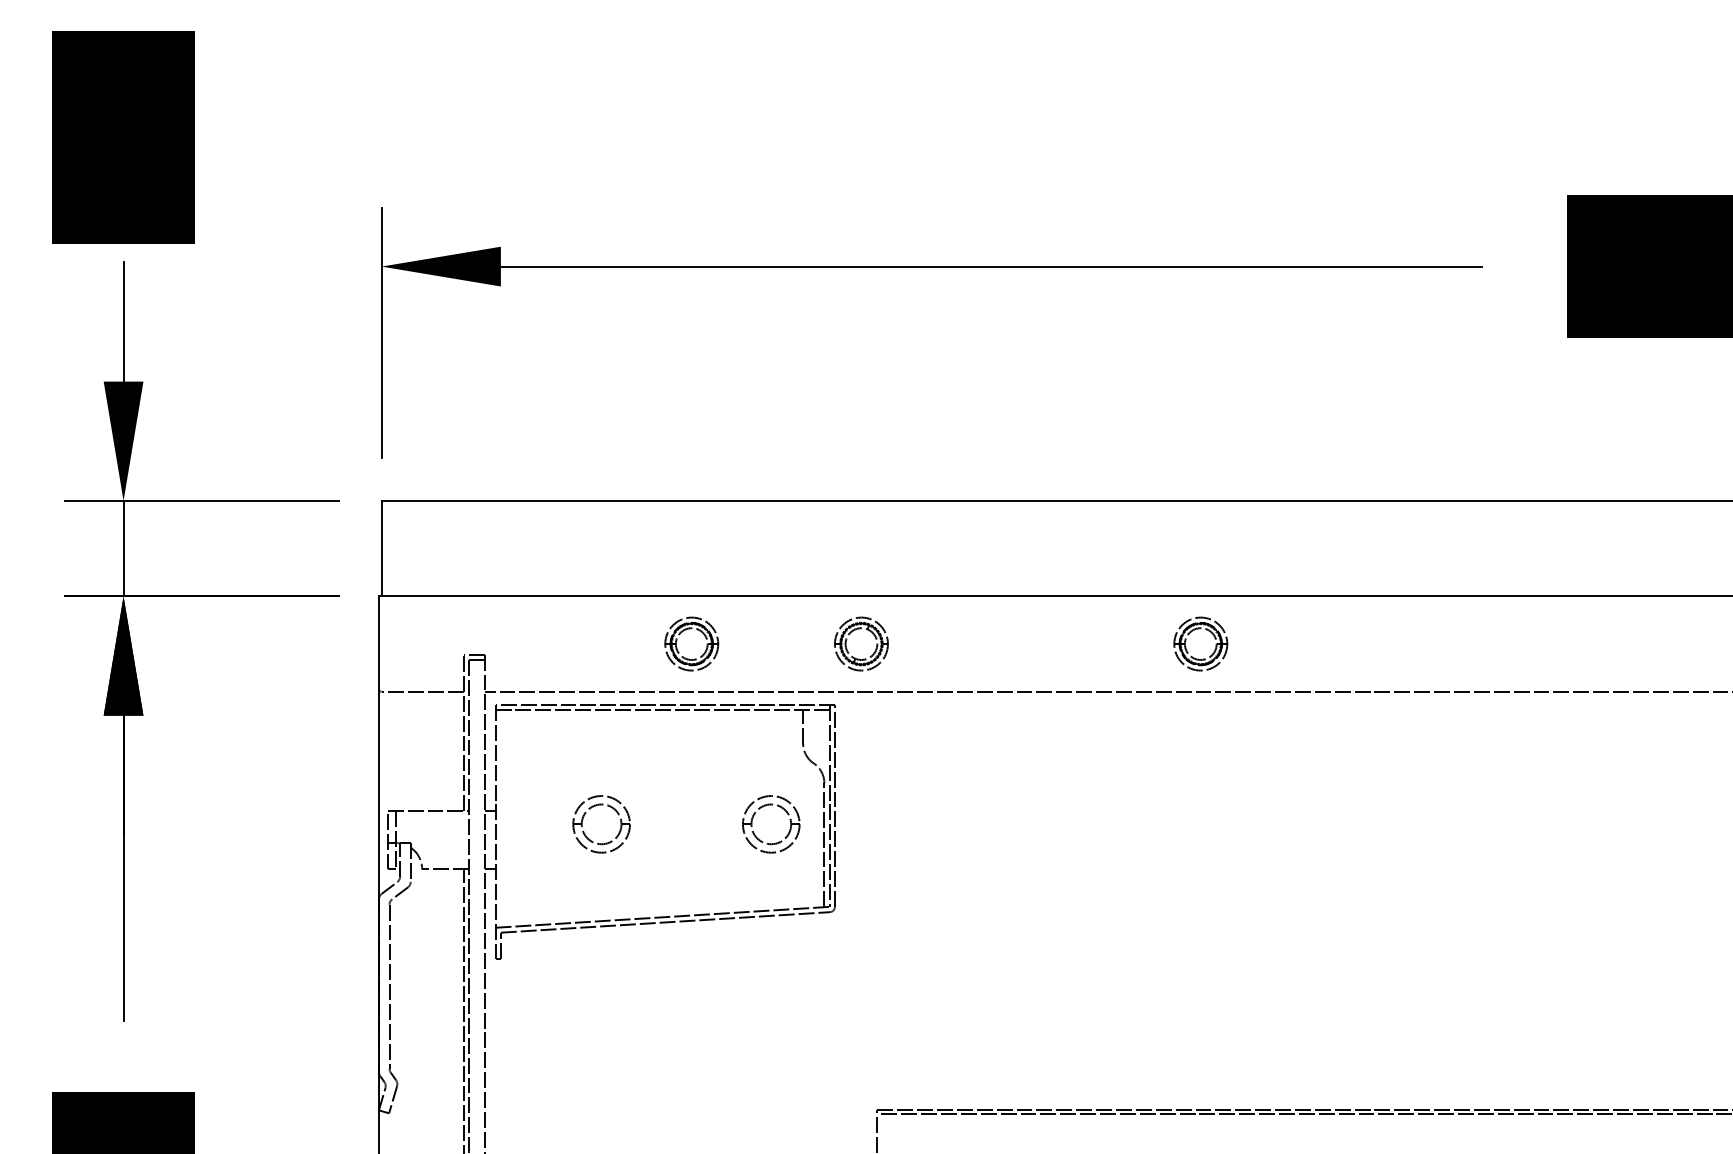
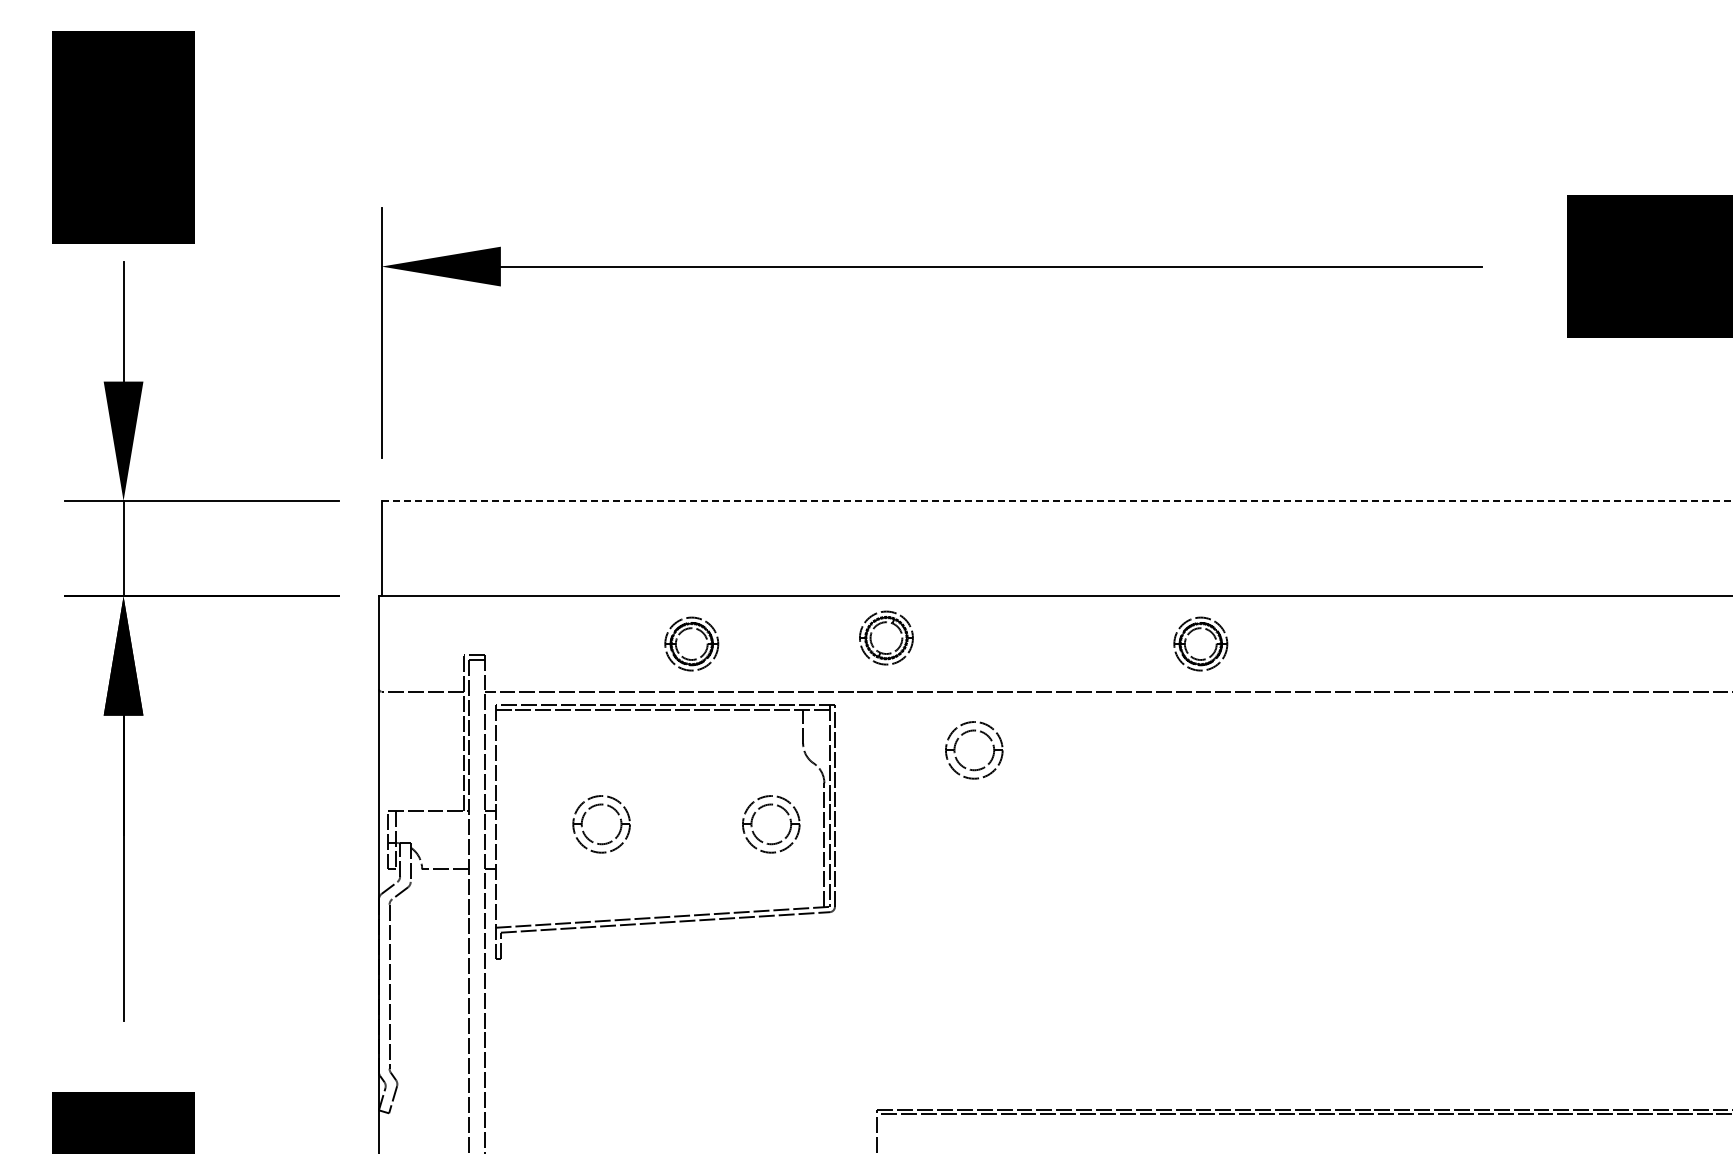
line at (1057, 500): solid -> dashed
part at (861, 643) position: (861, 643) -> (886, 637)
part at (990, 759): none -> present
line at (463, 1009): present -> none
